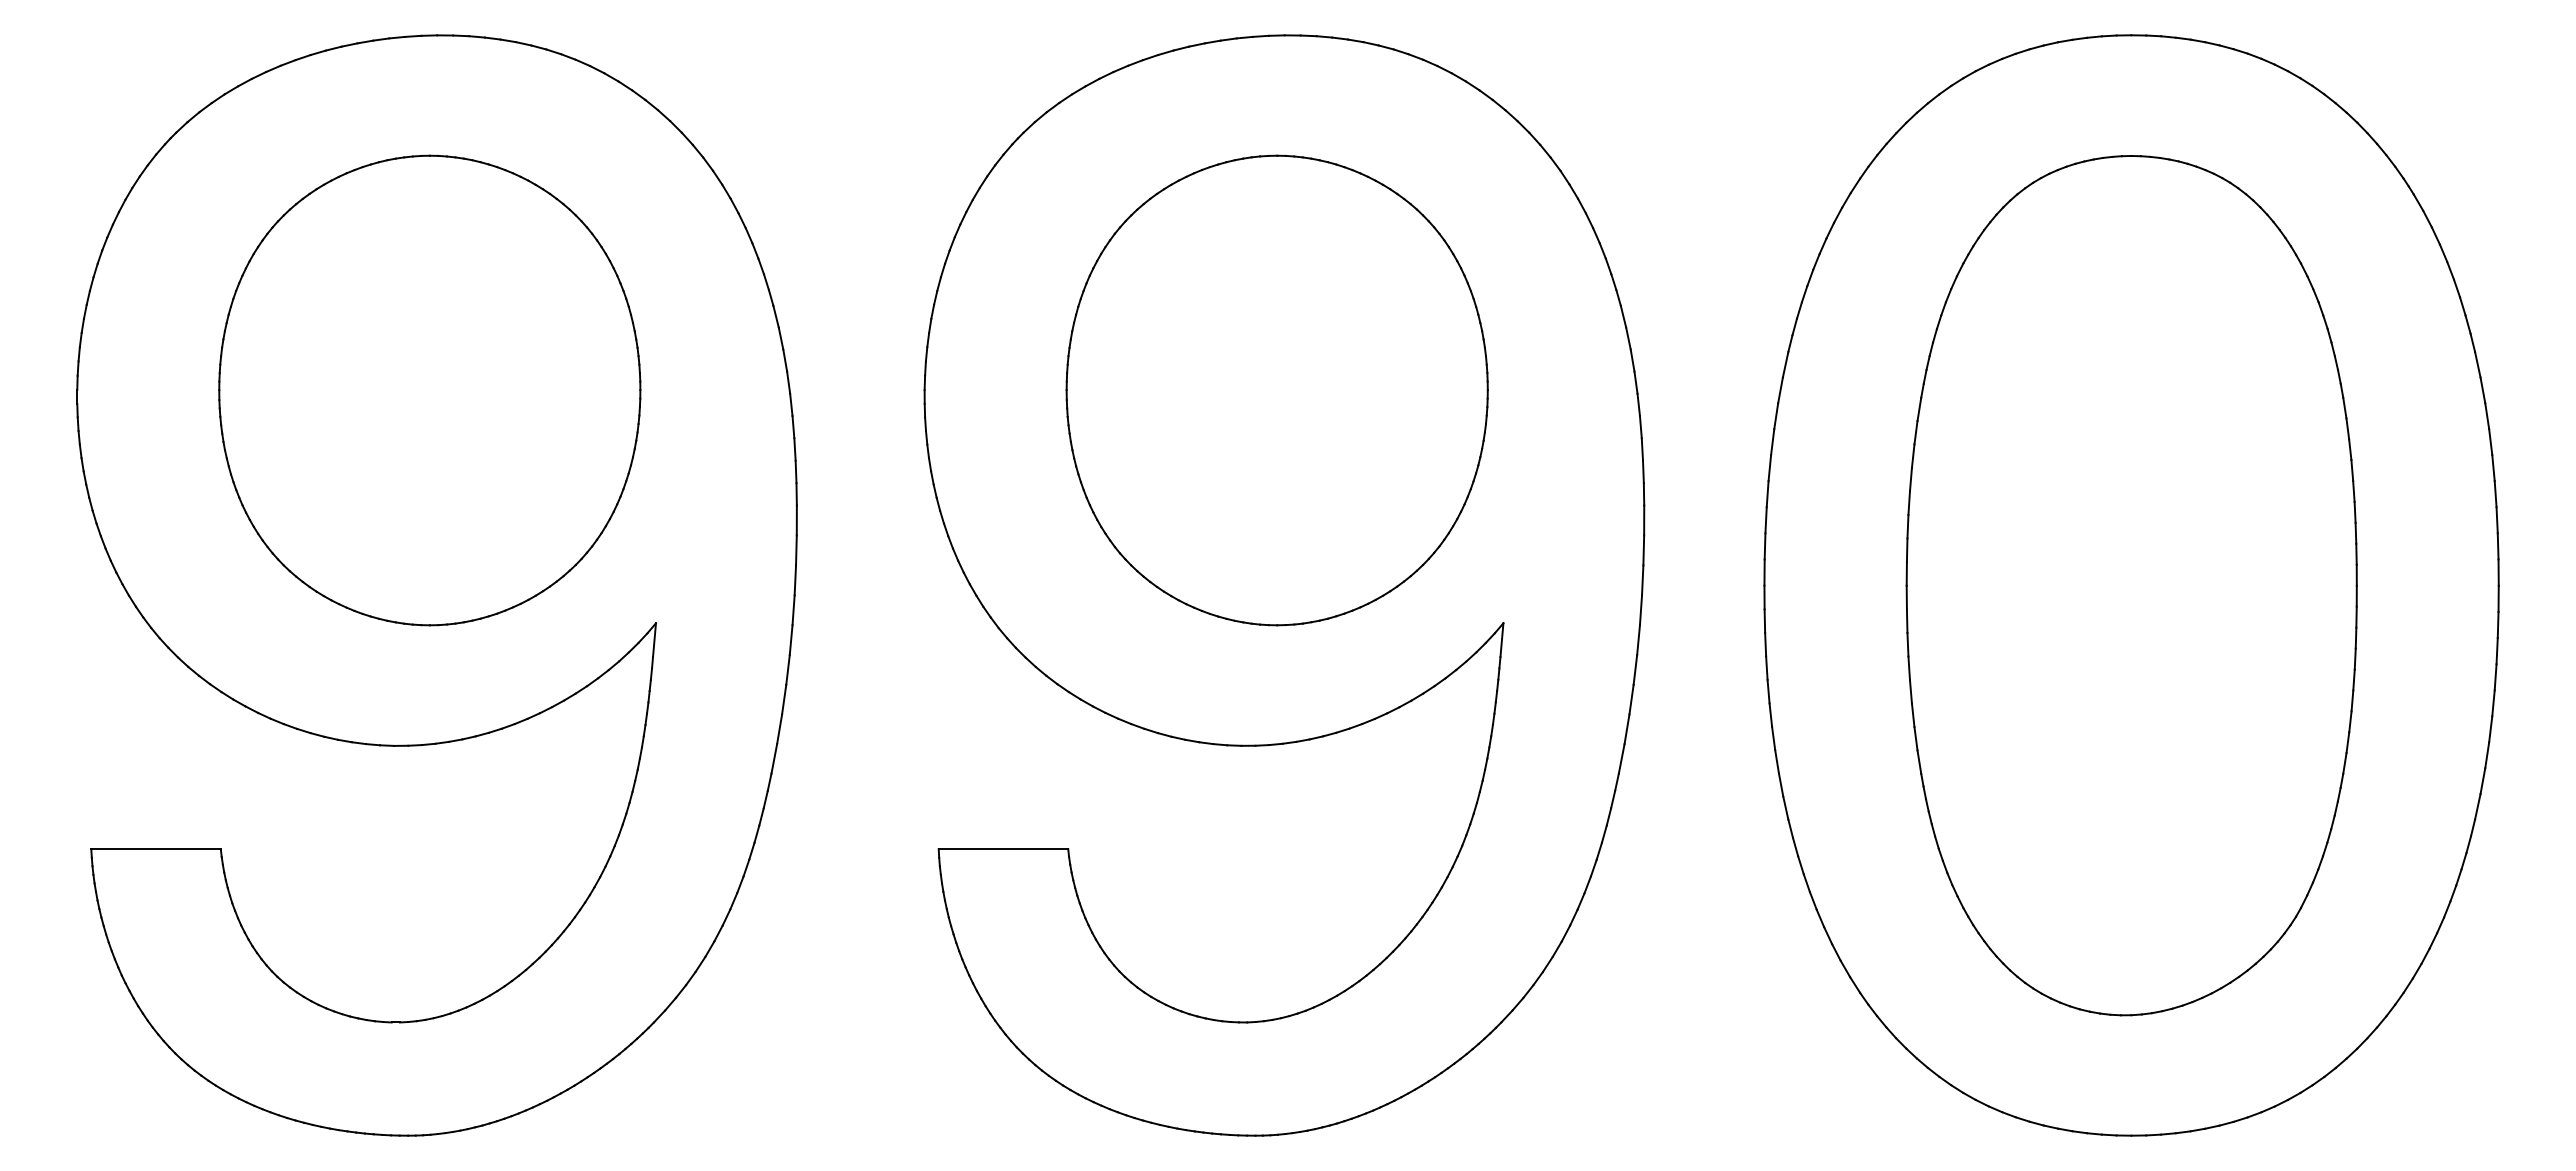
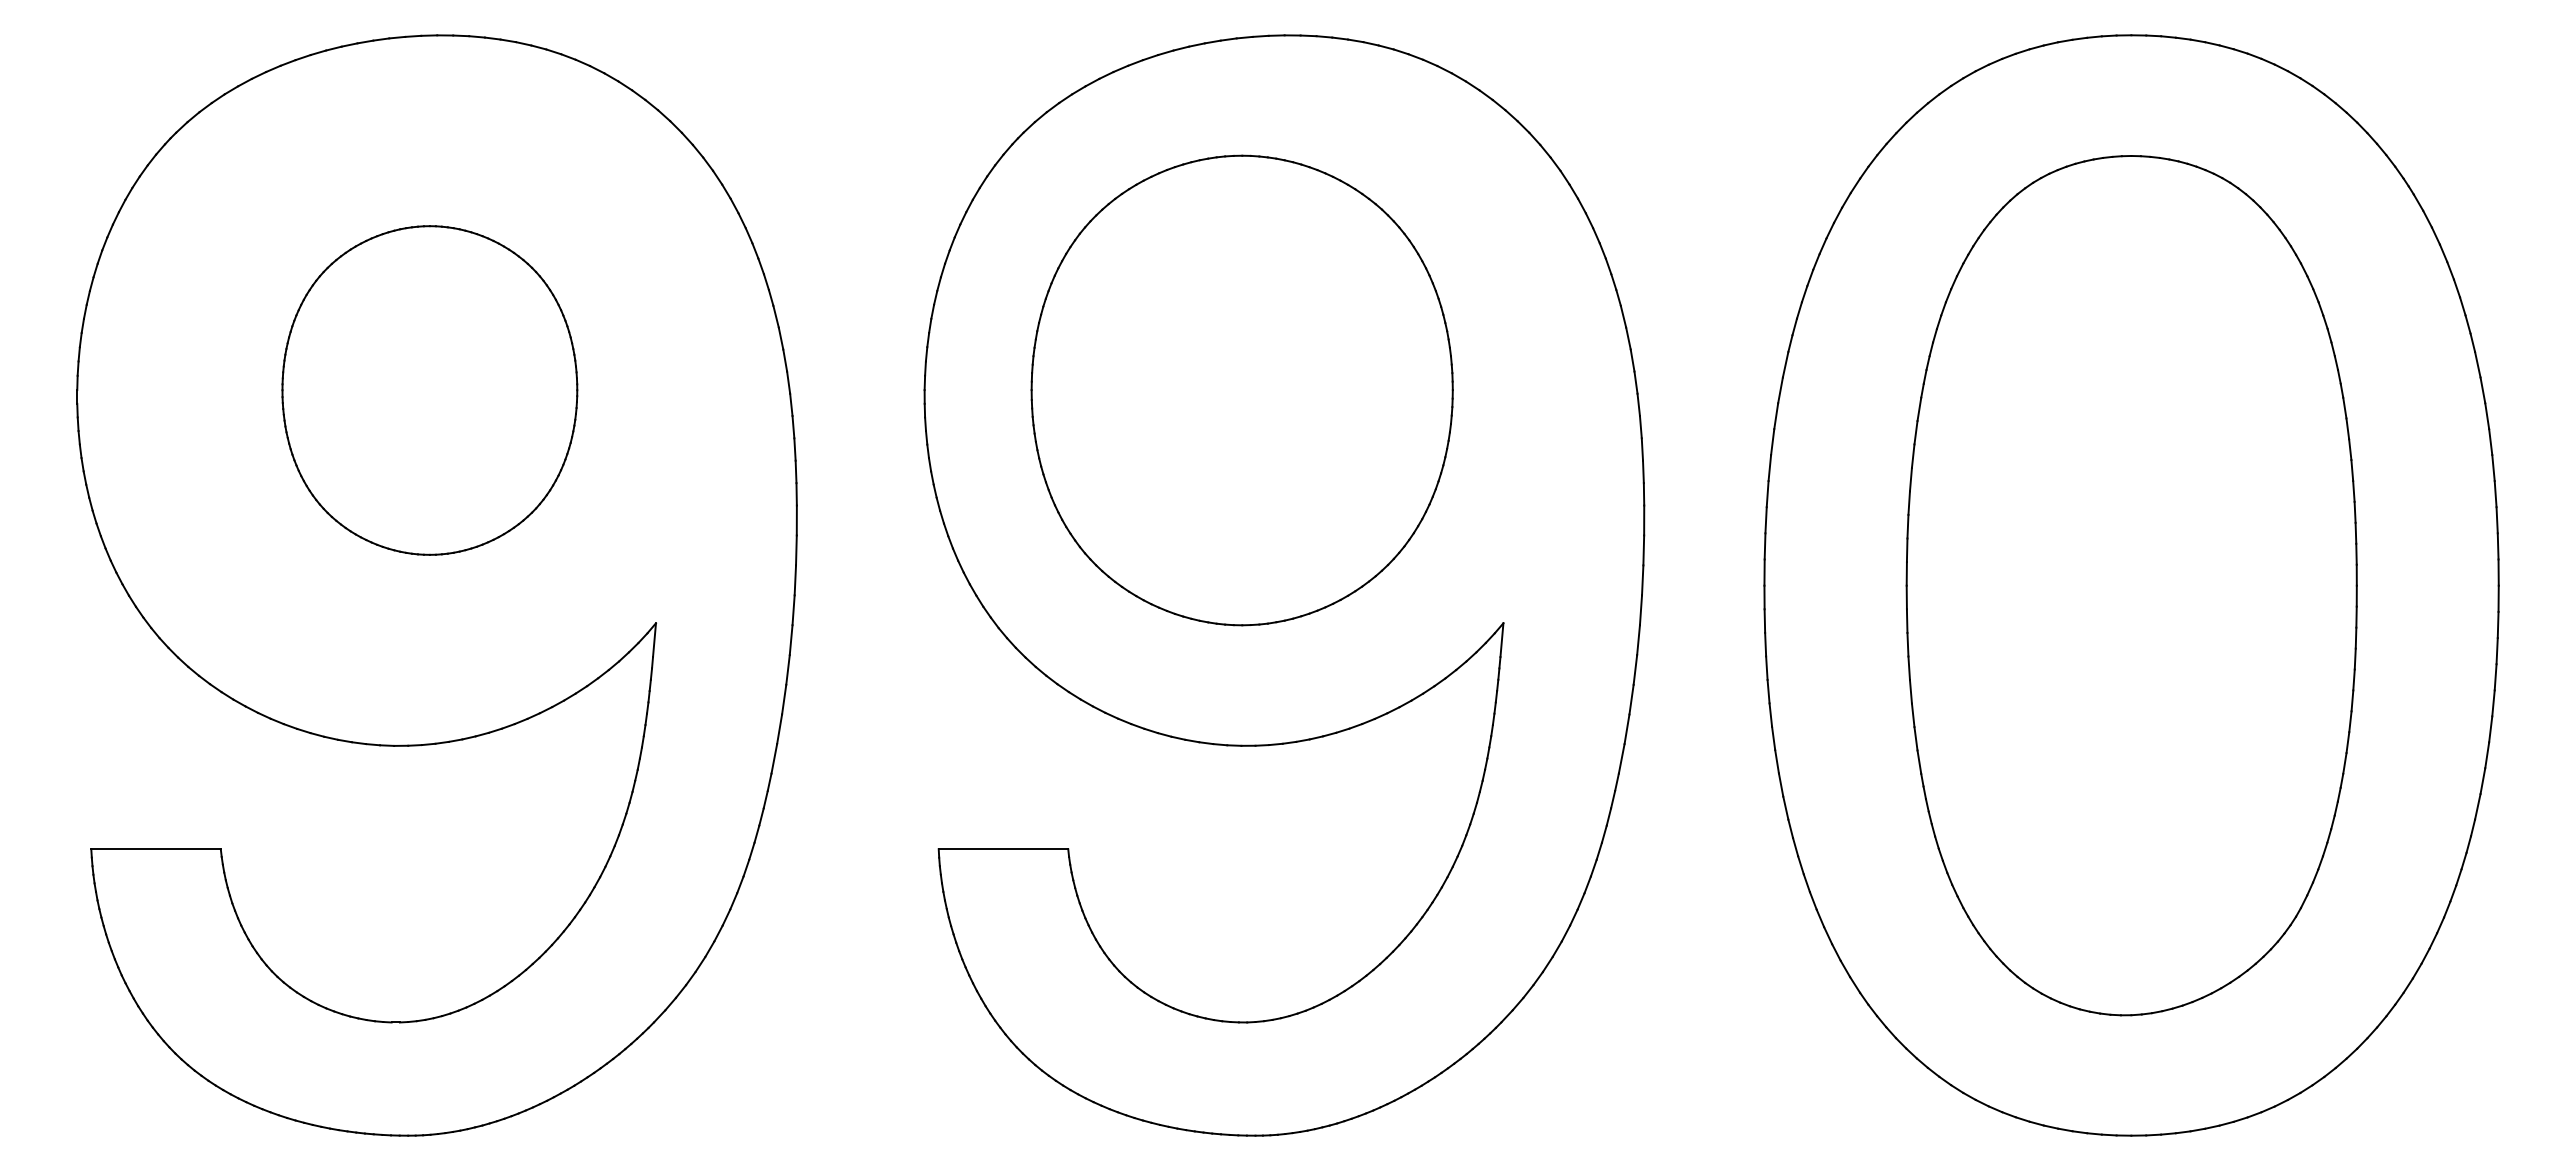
part at (429, 390) size: 424x473 px -> 298x331 px
part at (1276, 390) position: (1276, 390) -> (1241, 390)
